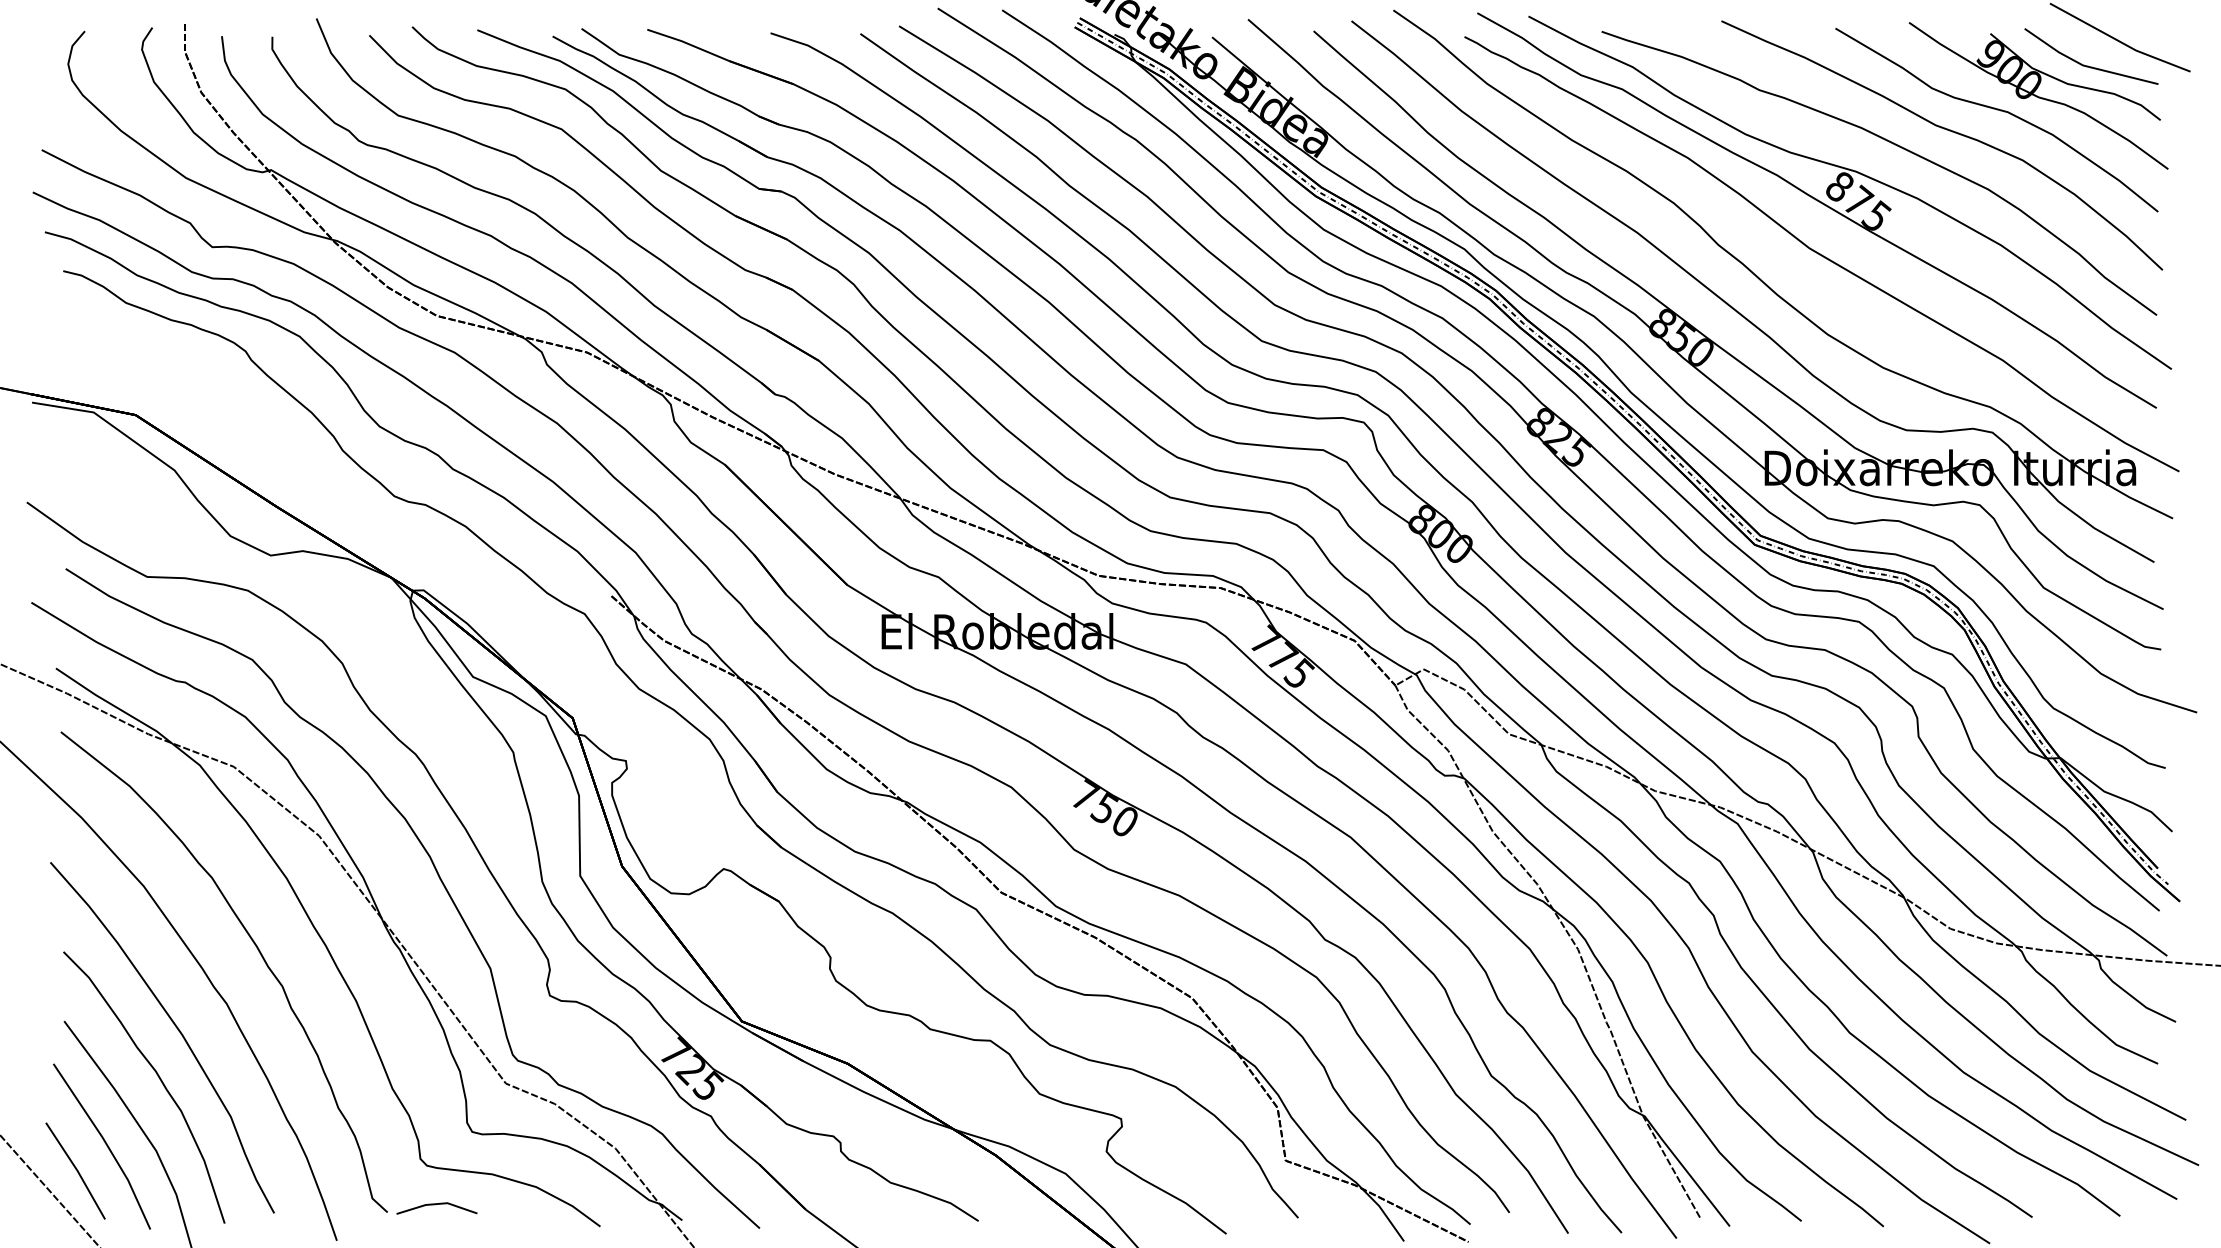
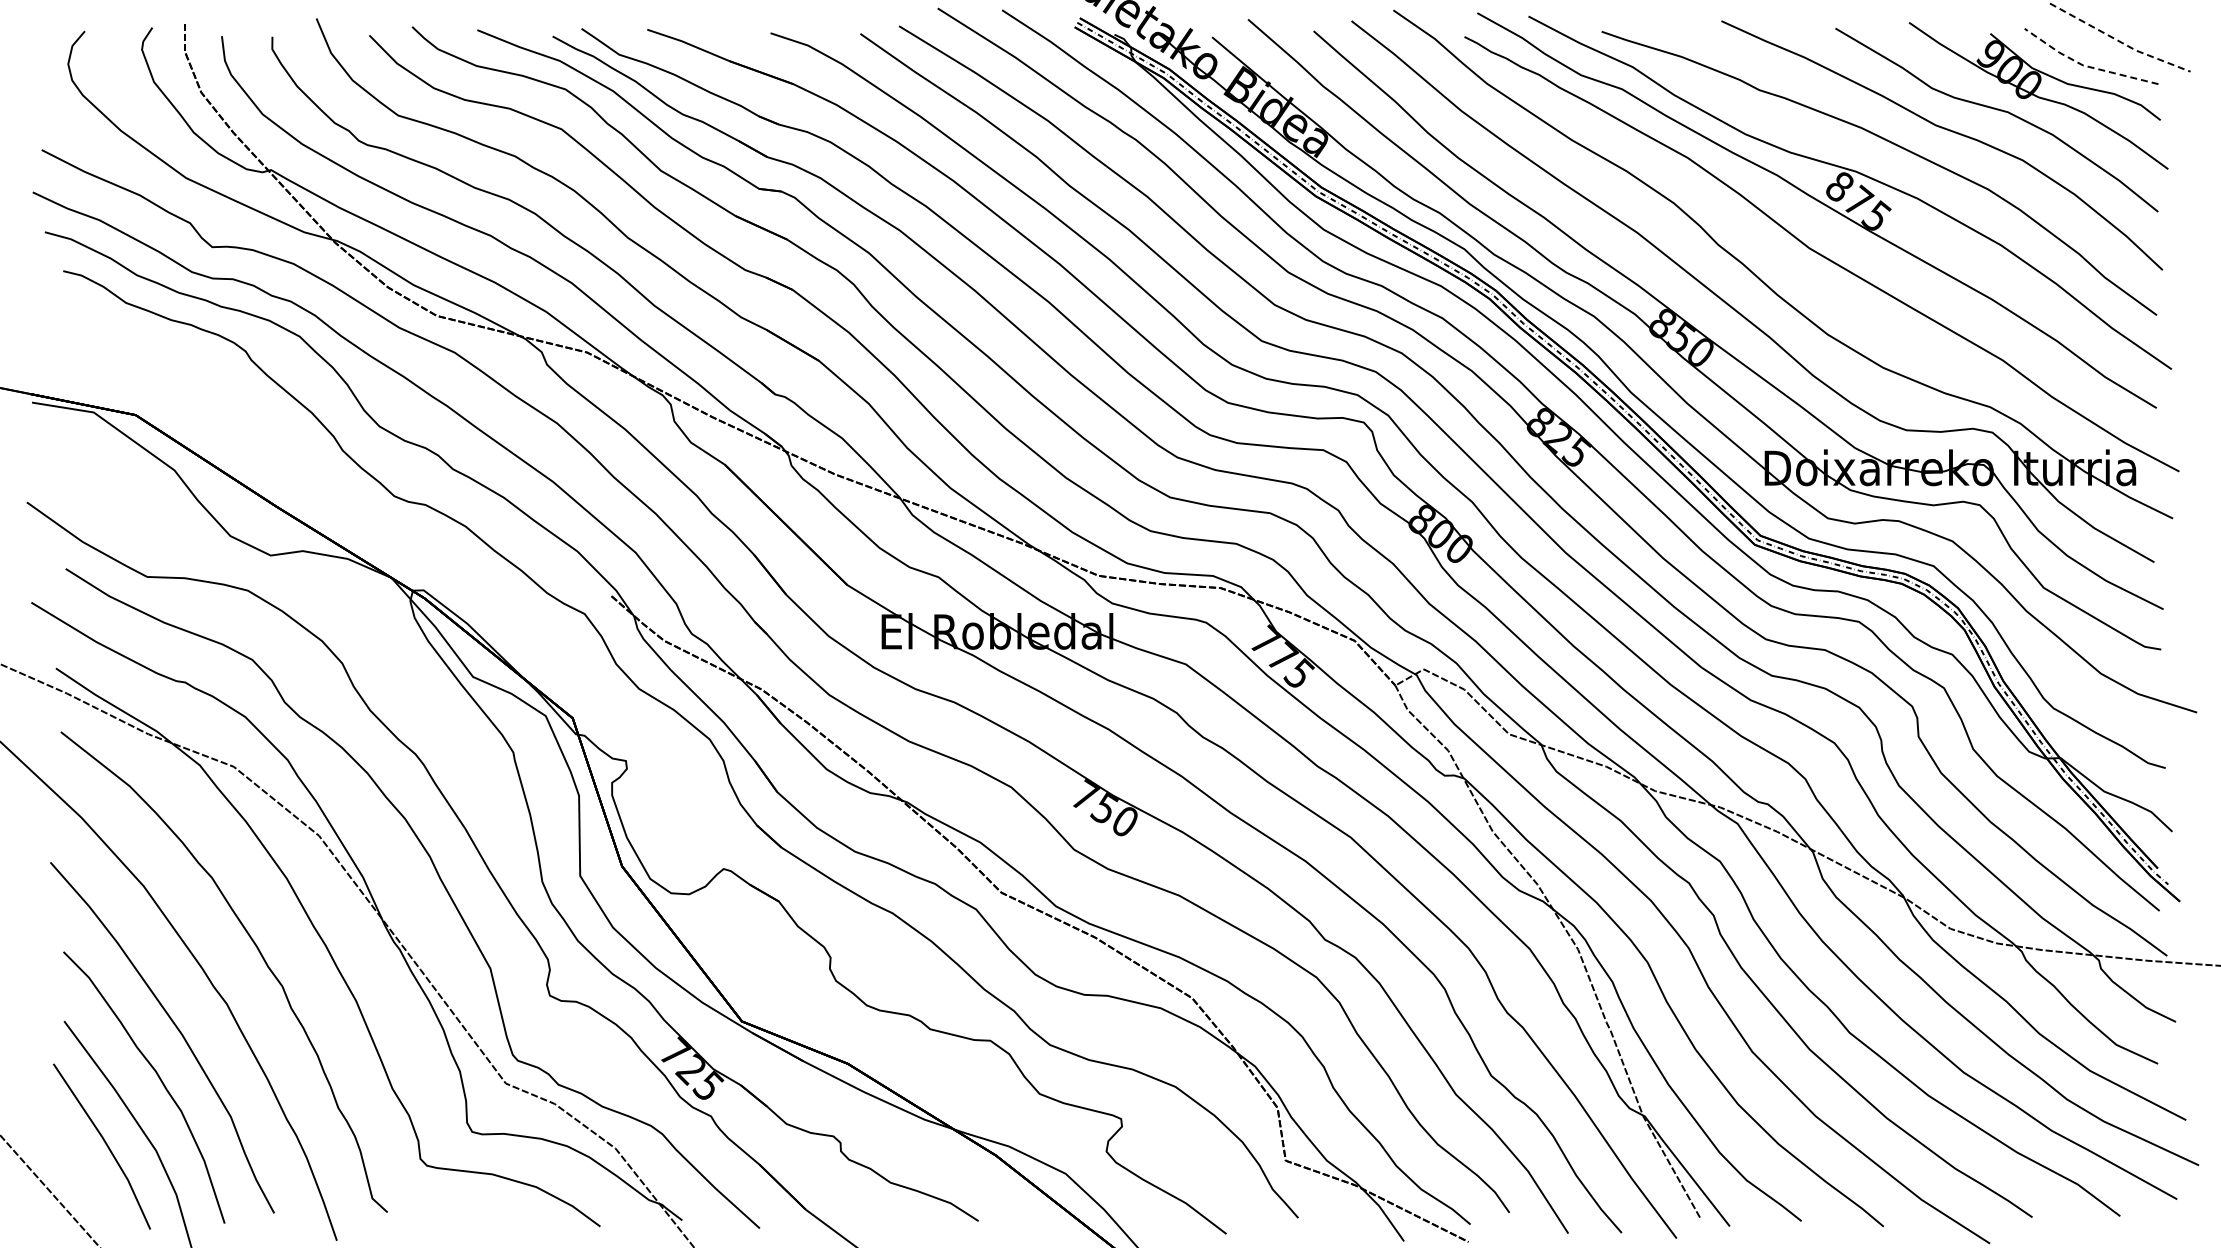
line at (2119, 41): solid -> dashed
line at (2085, 66): solid -> dashed
line at (75, 1169): present -> none
line at (435, 1205): present -> none
